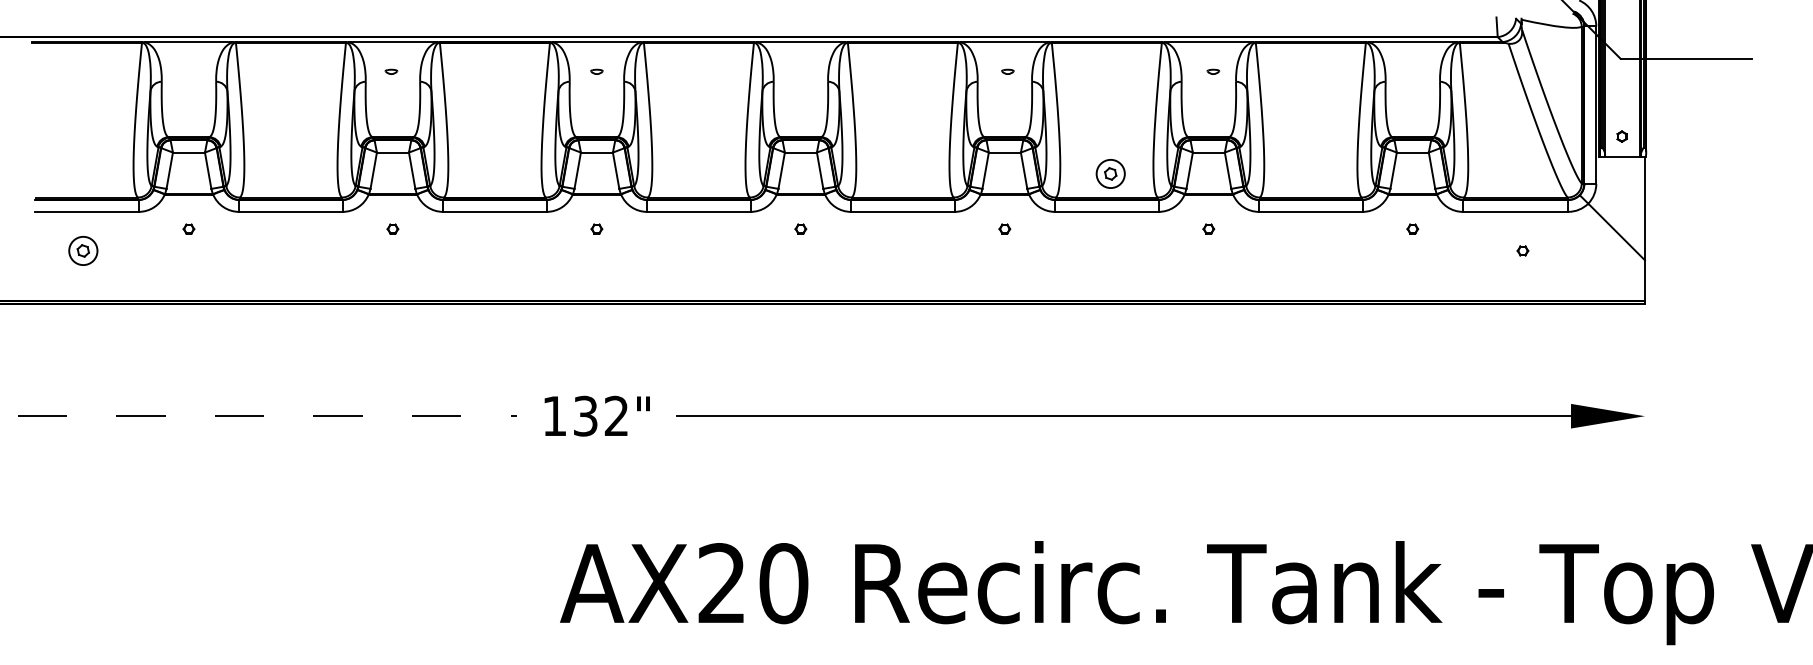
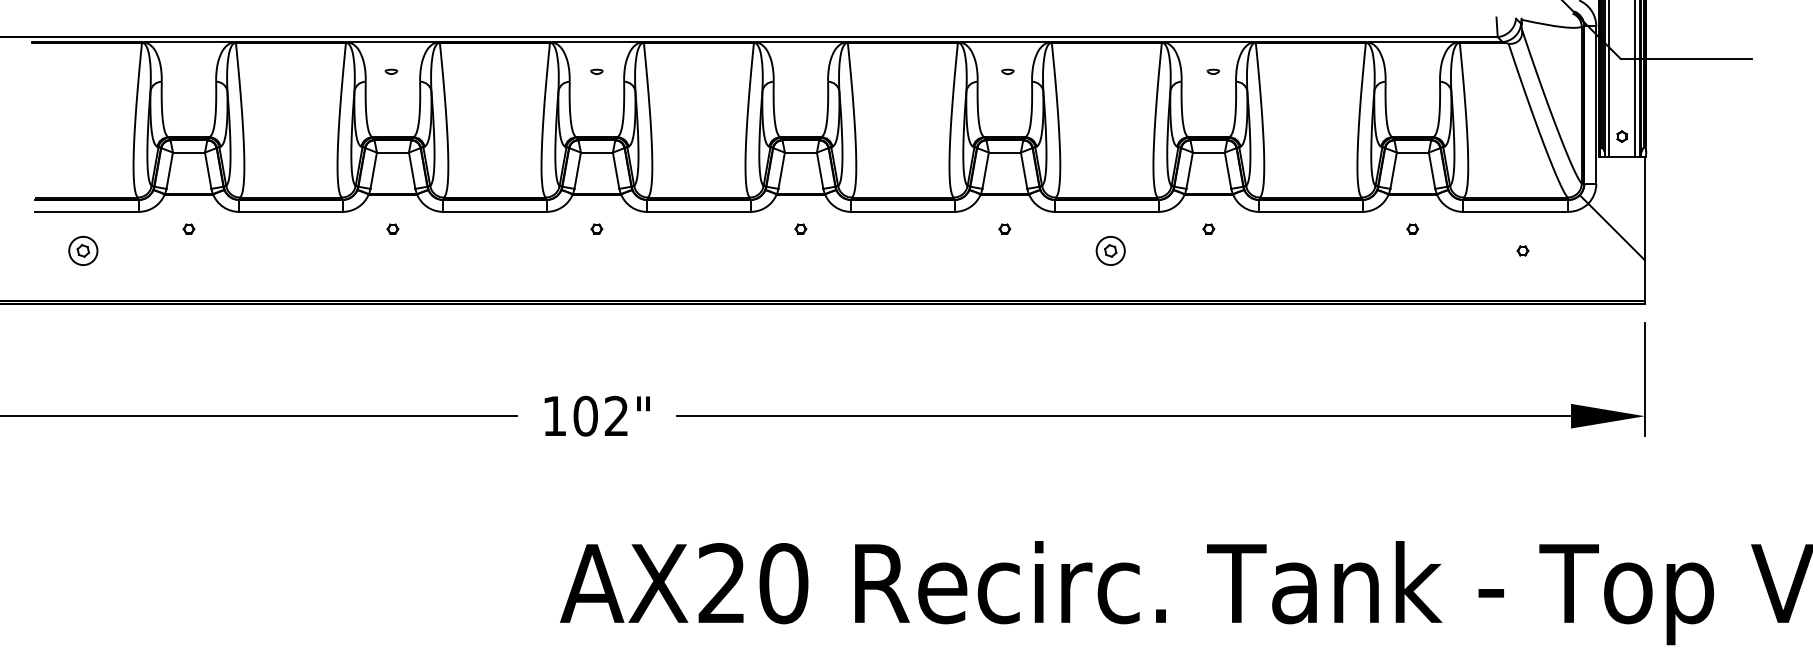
line at (1609, 79): none -> present
line at (1634, 79): none -> present
part at (1110, 173) position: (1110, 173) -> (1110, 250)
line at (1644, 379): none -> present
text at (585, 415): 132" -> 102"
line at (259, 416): dashed -> solid
